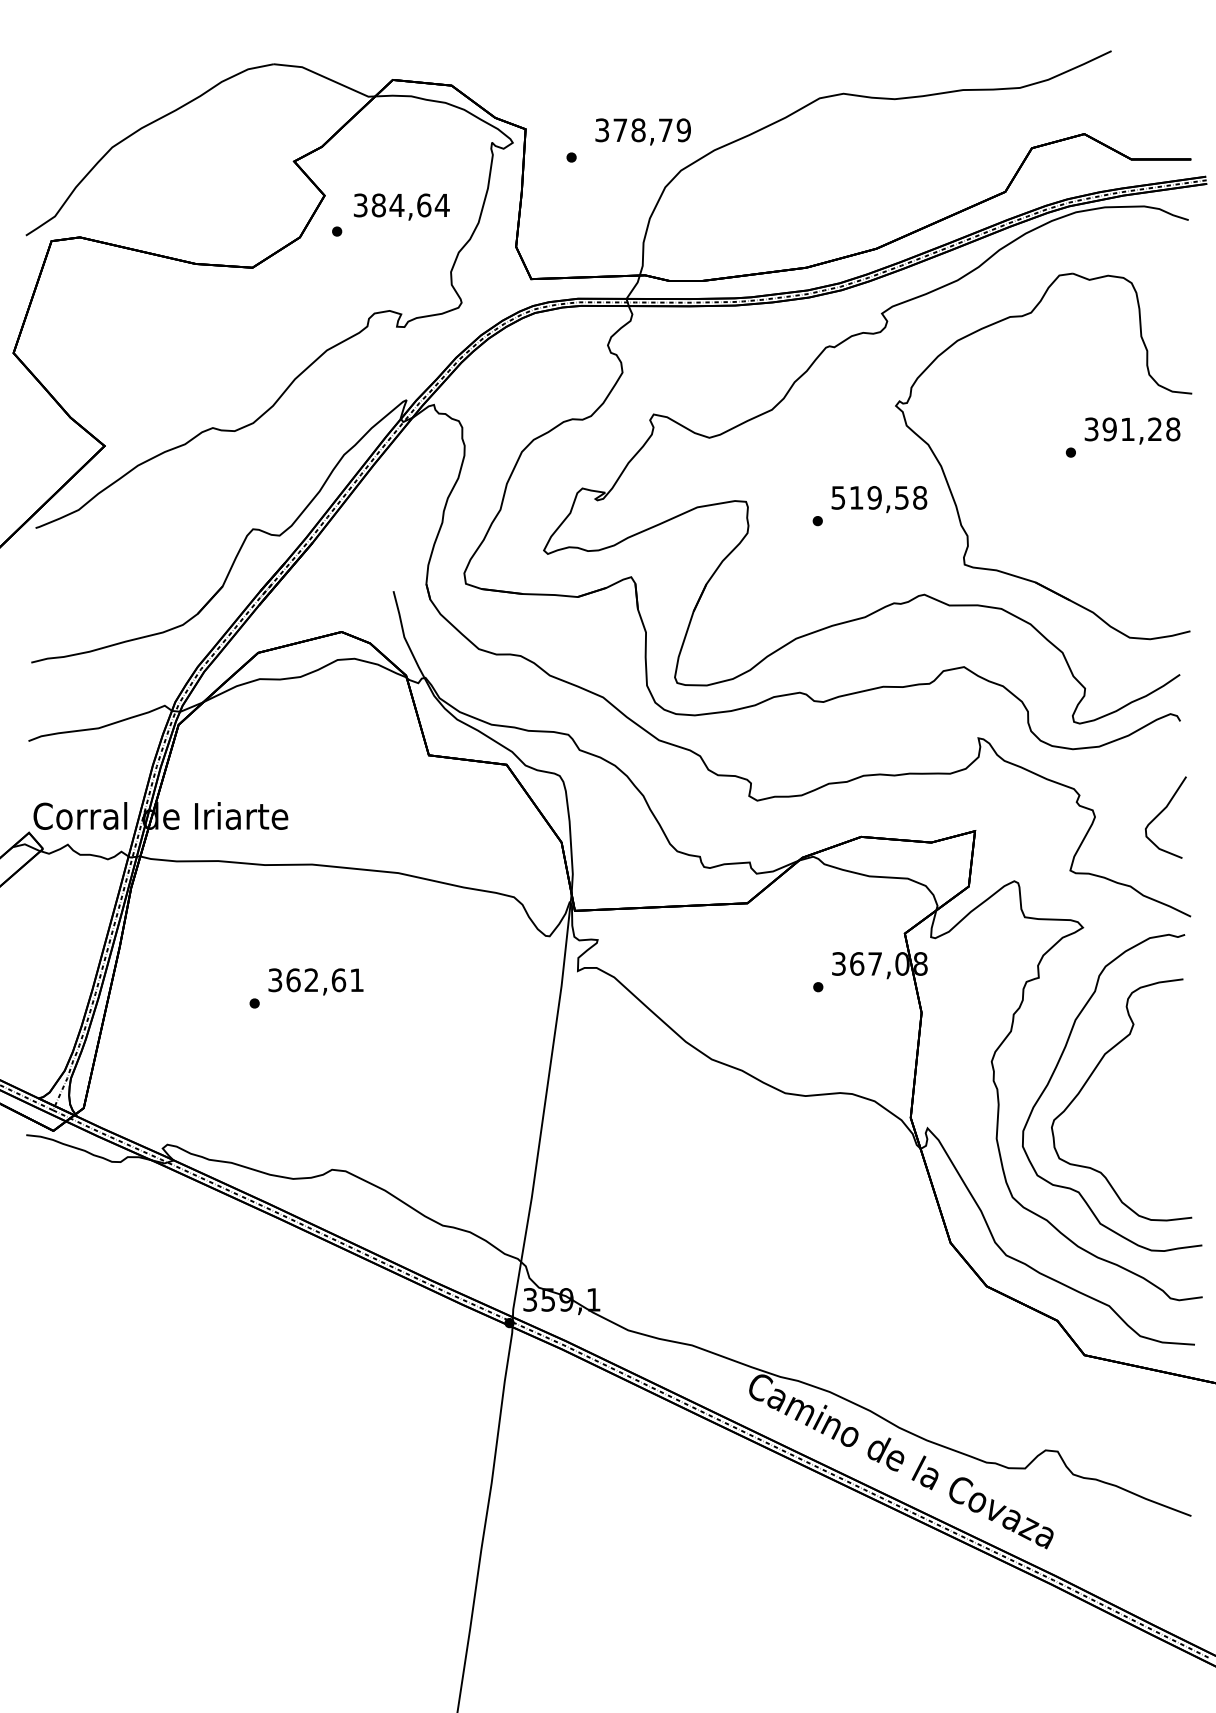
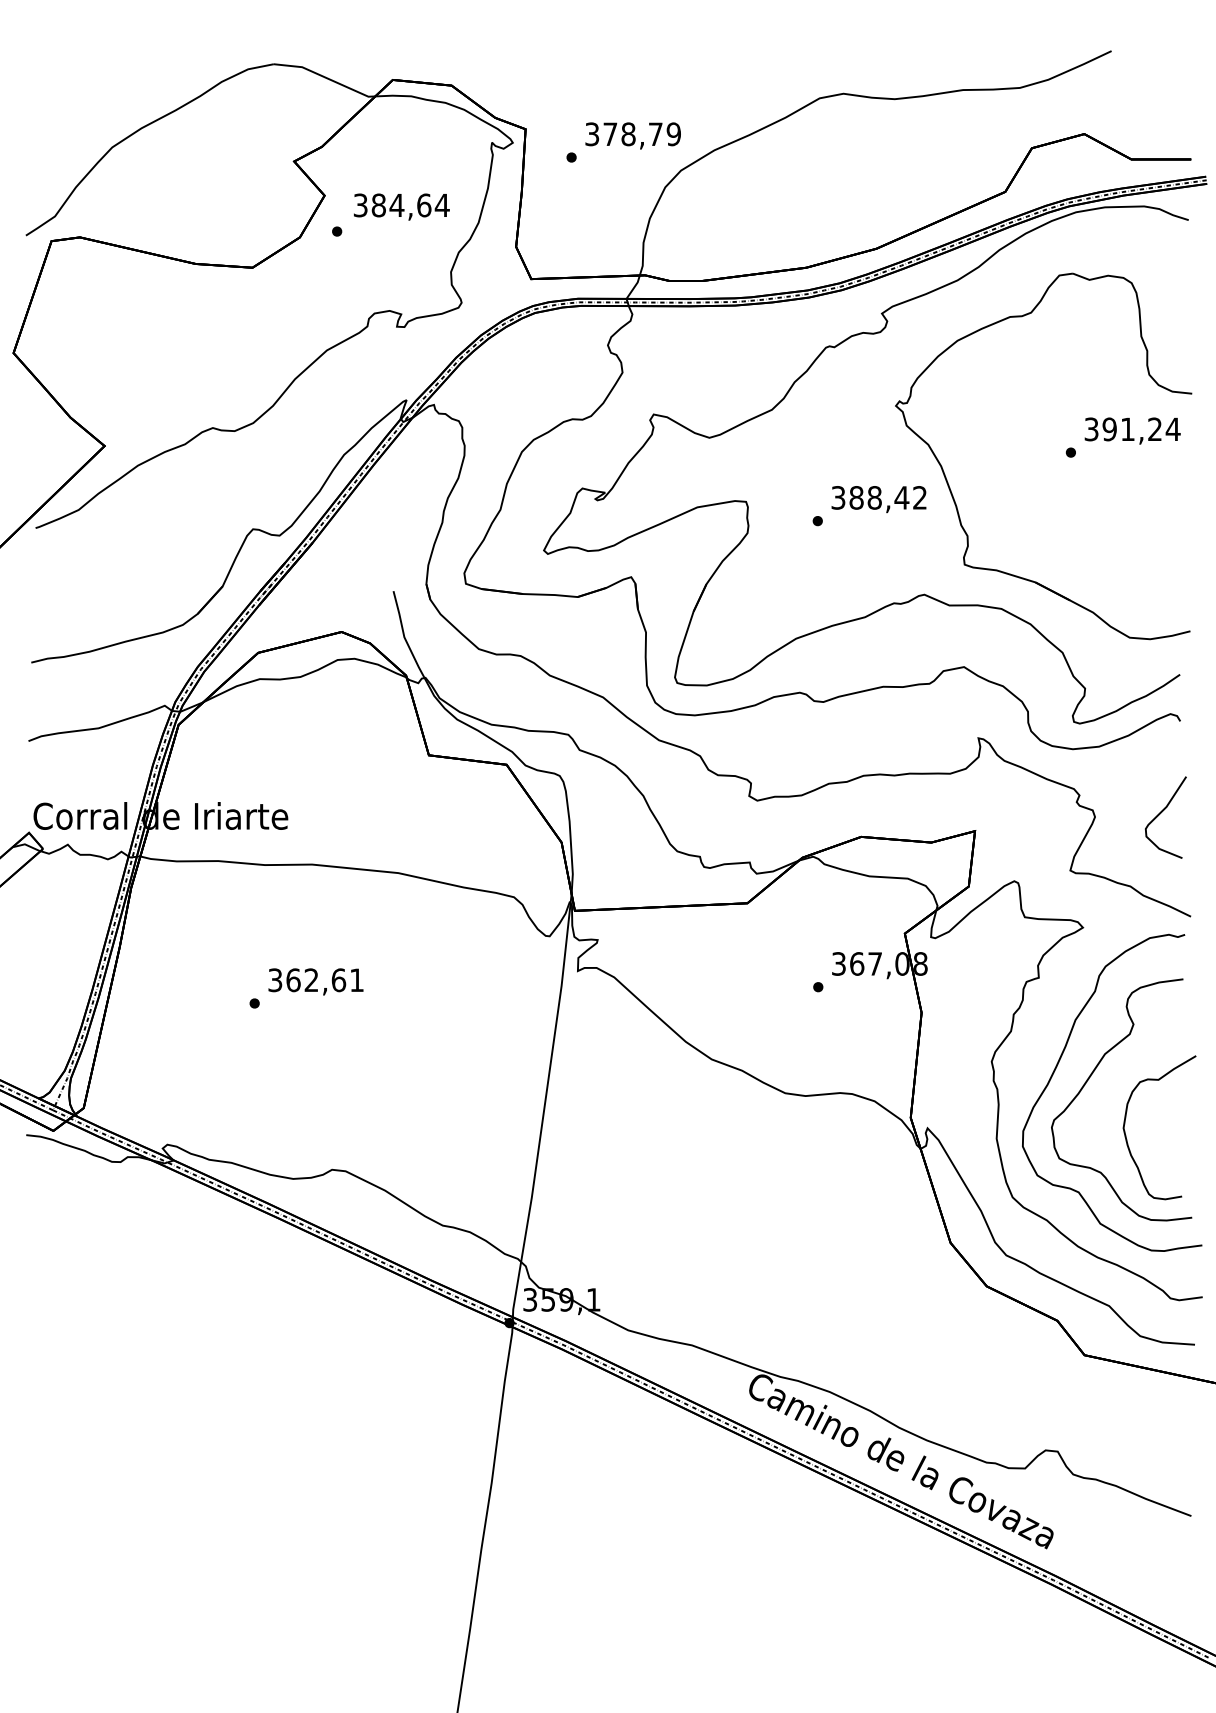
text at (642, 131) position: (642, 131) -> (632, 135)
text at (1172, 429): 391,28 -> 391,24
text at (879, 497): 519,58 -> 388,42
curve at (1126, 1135): none -> present
